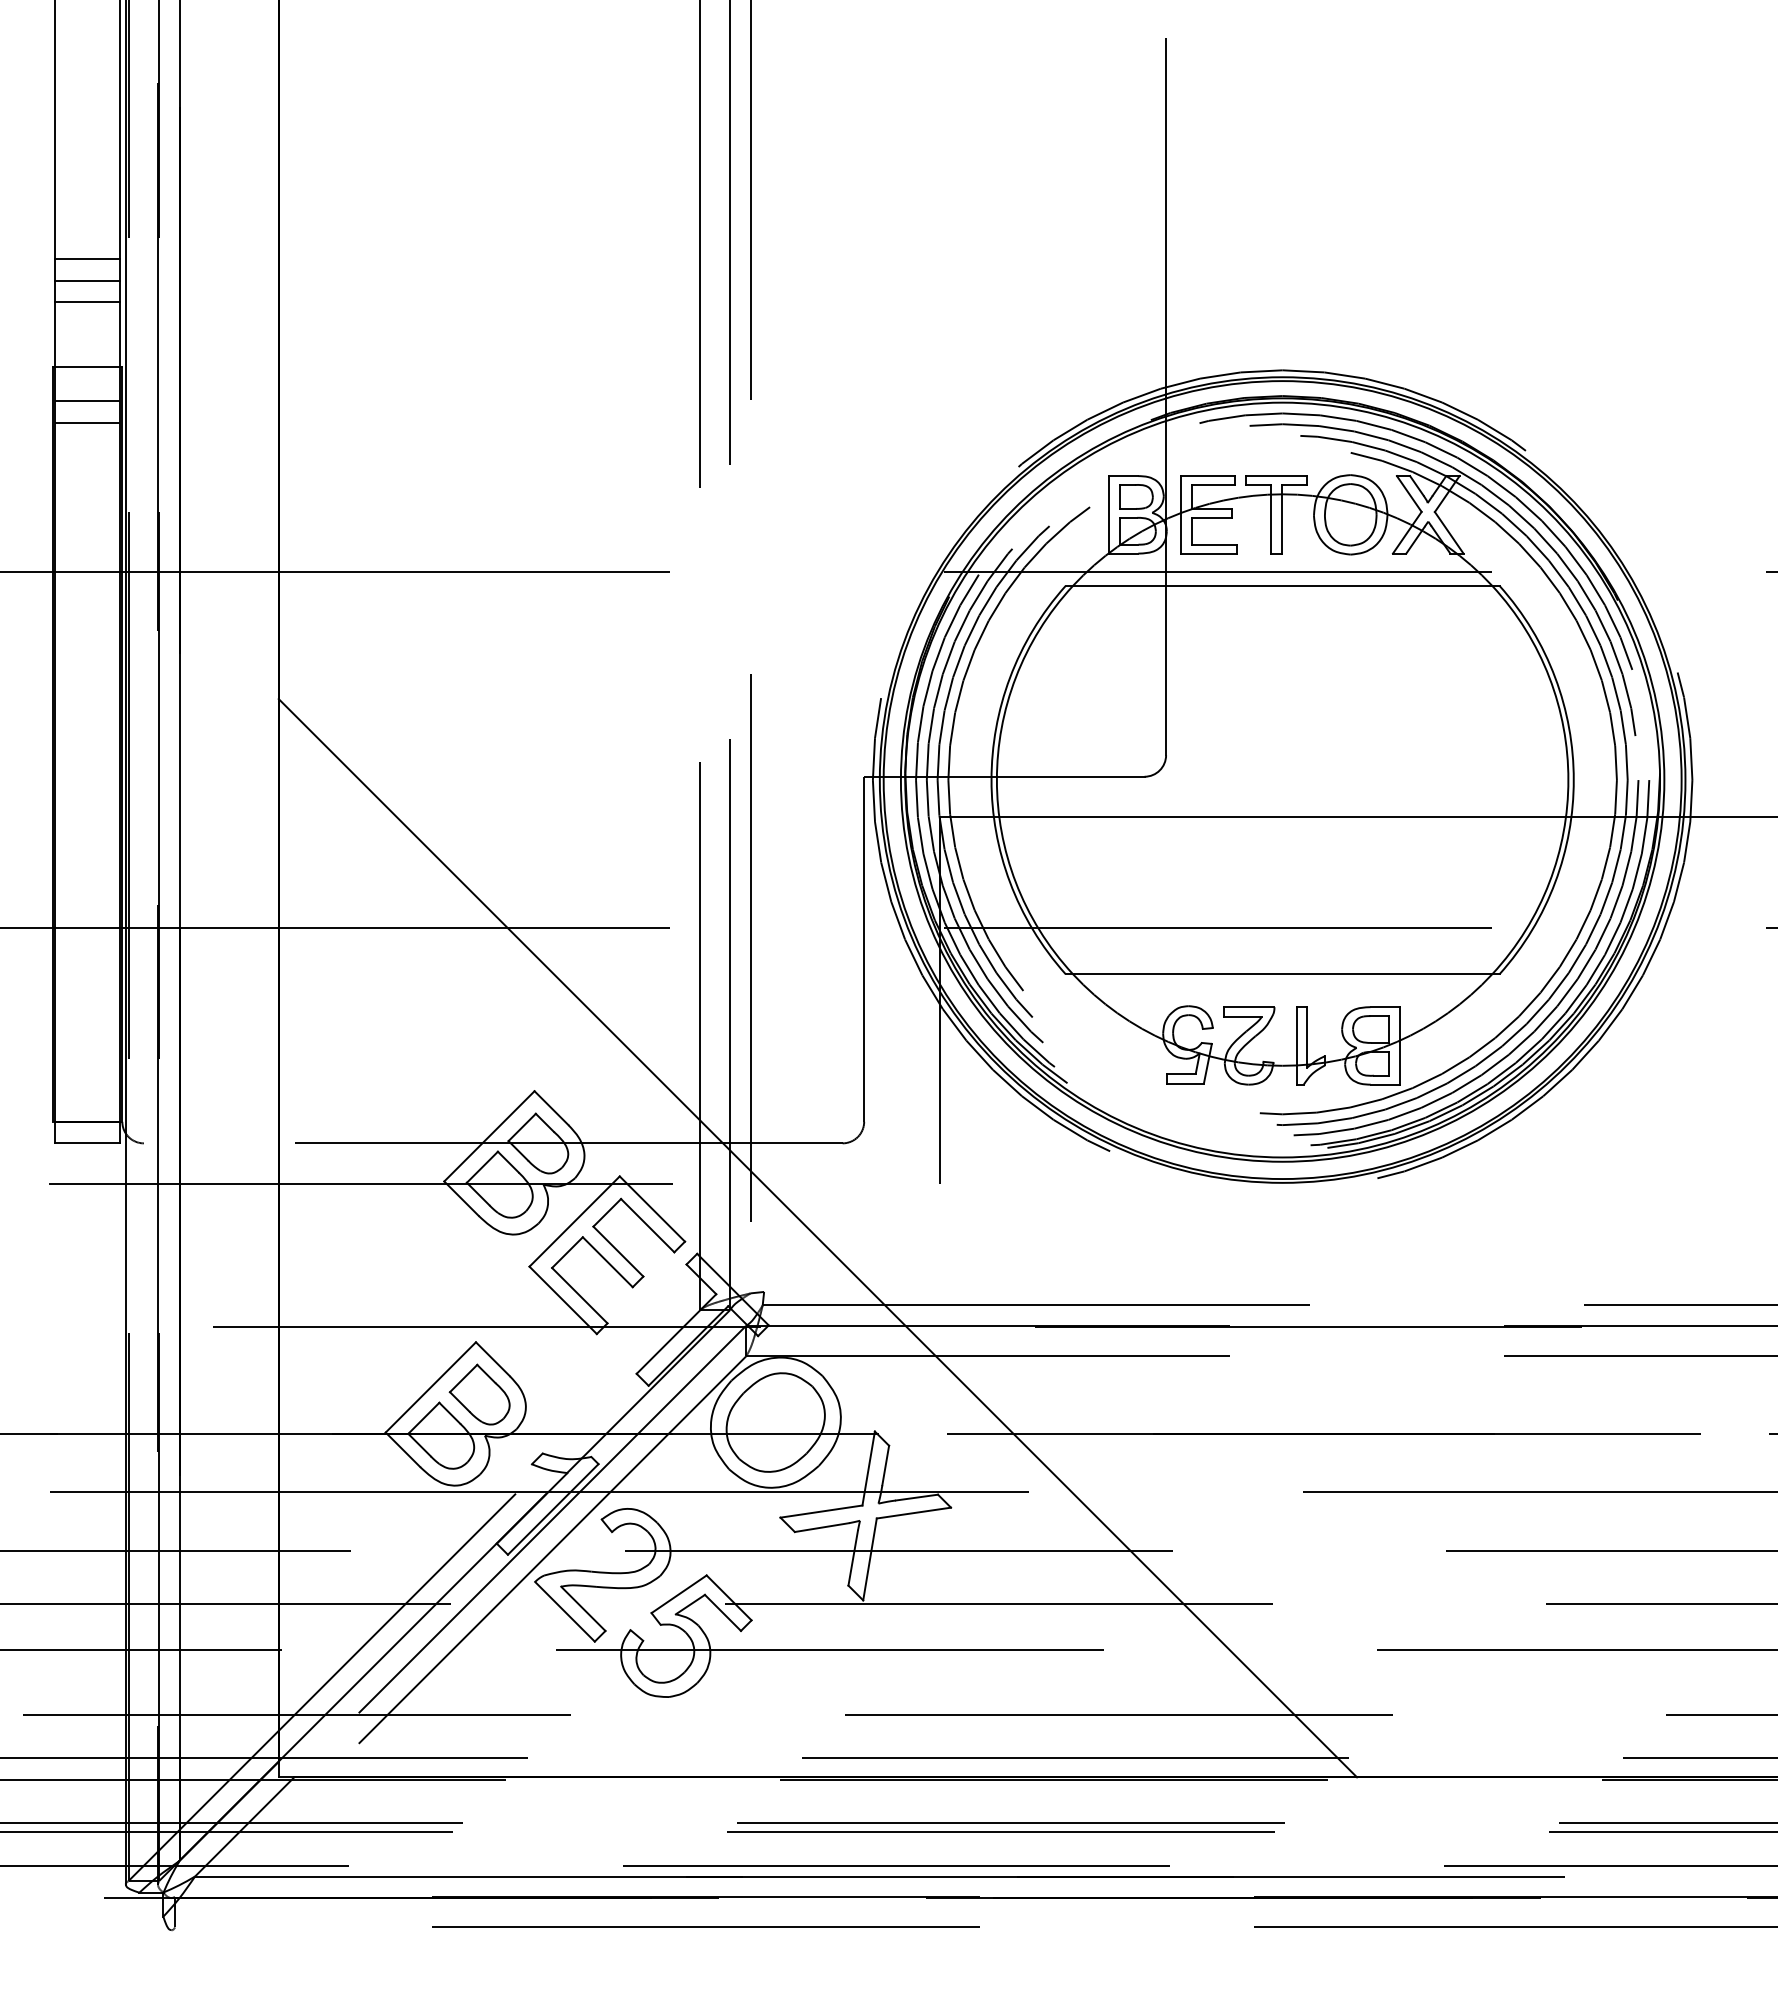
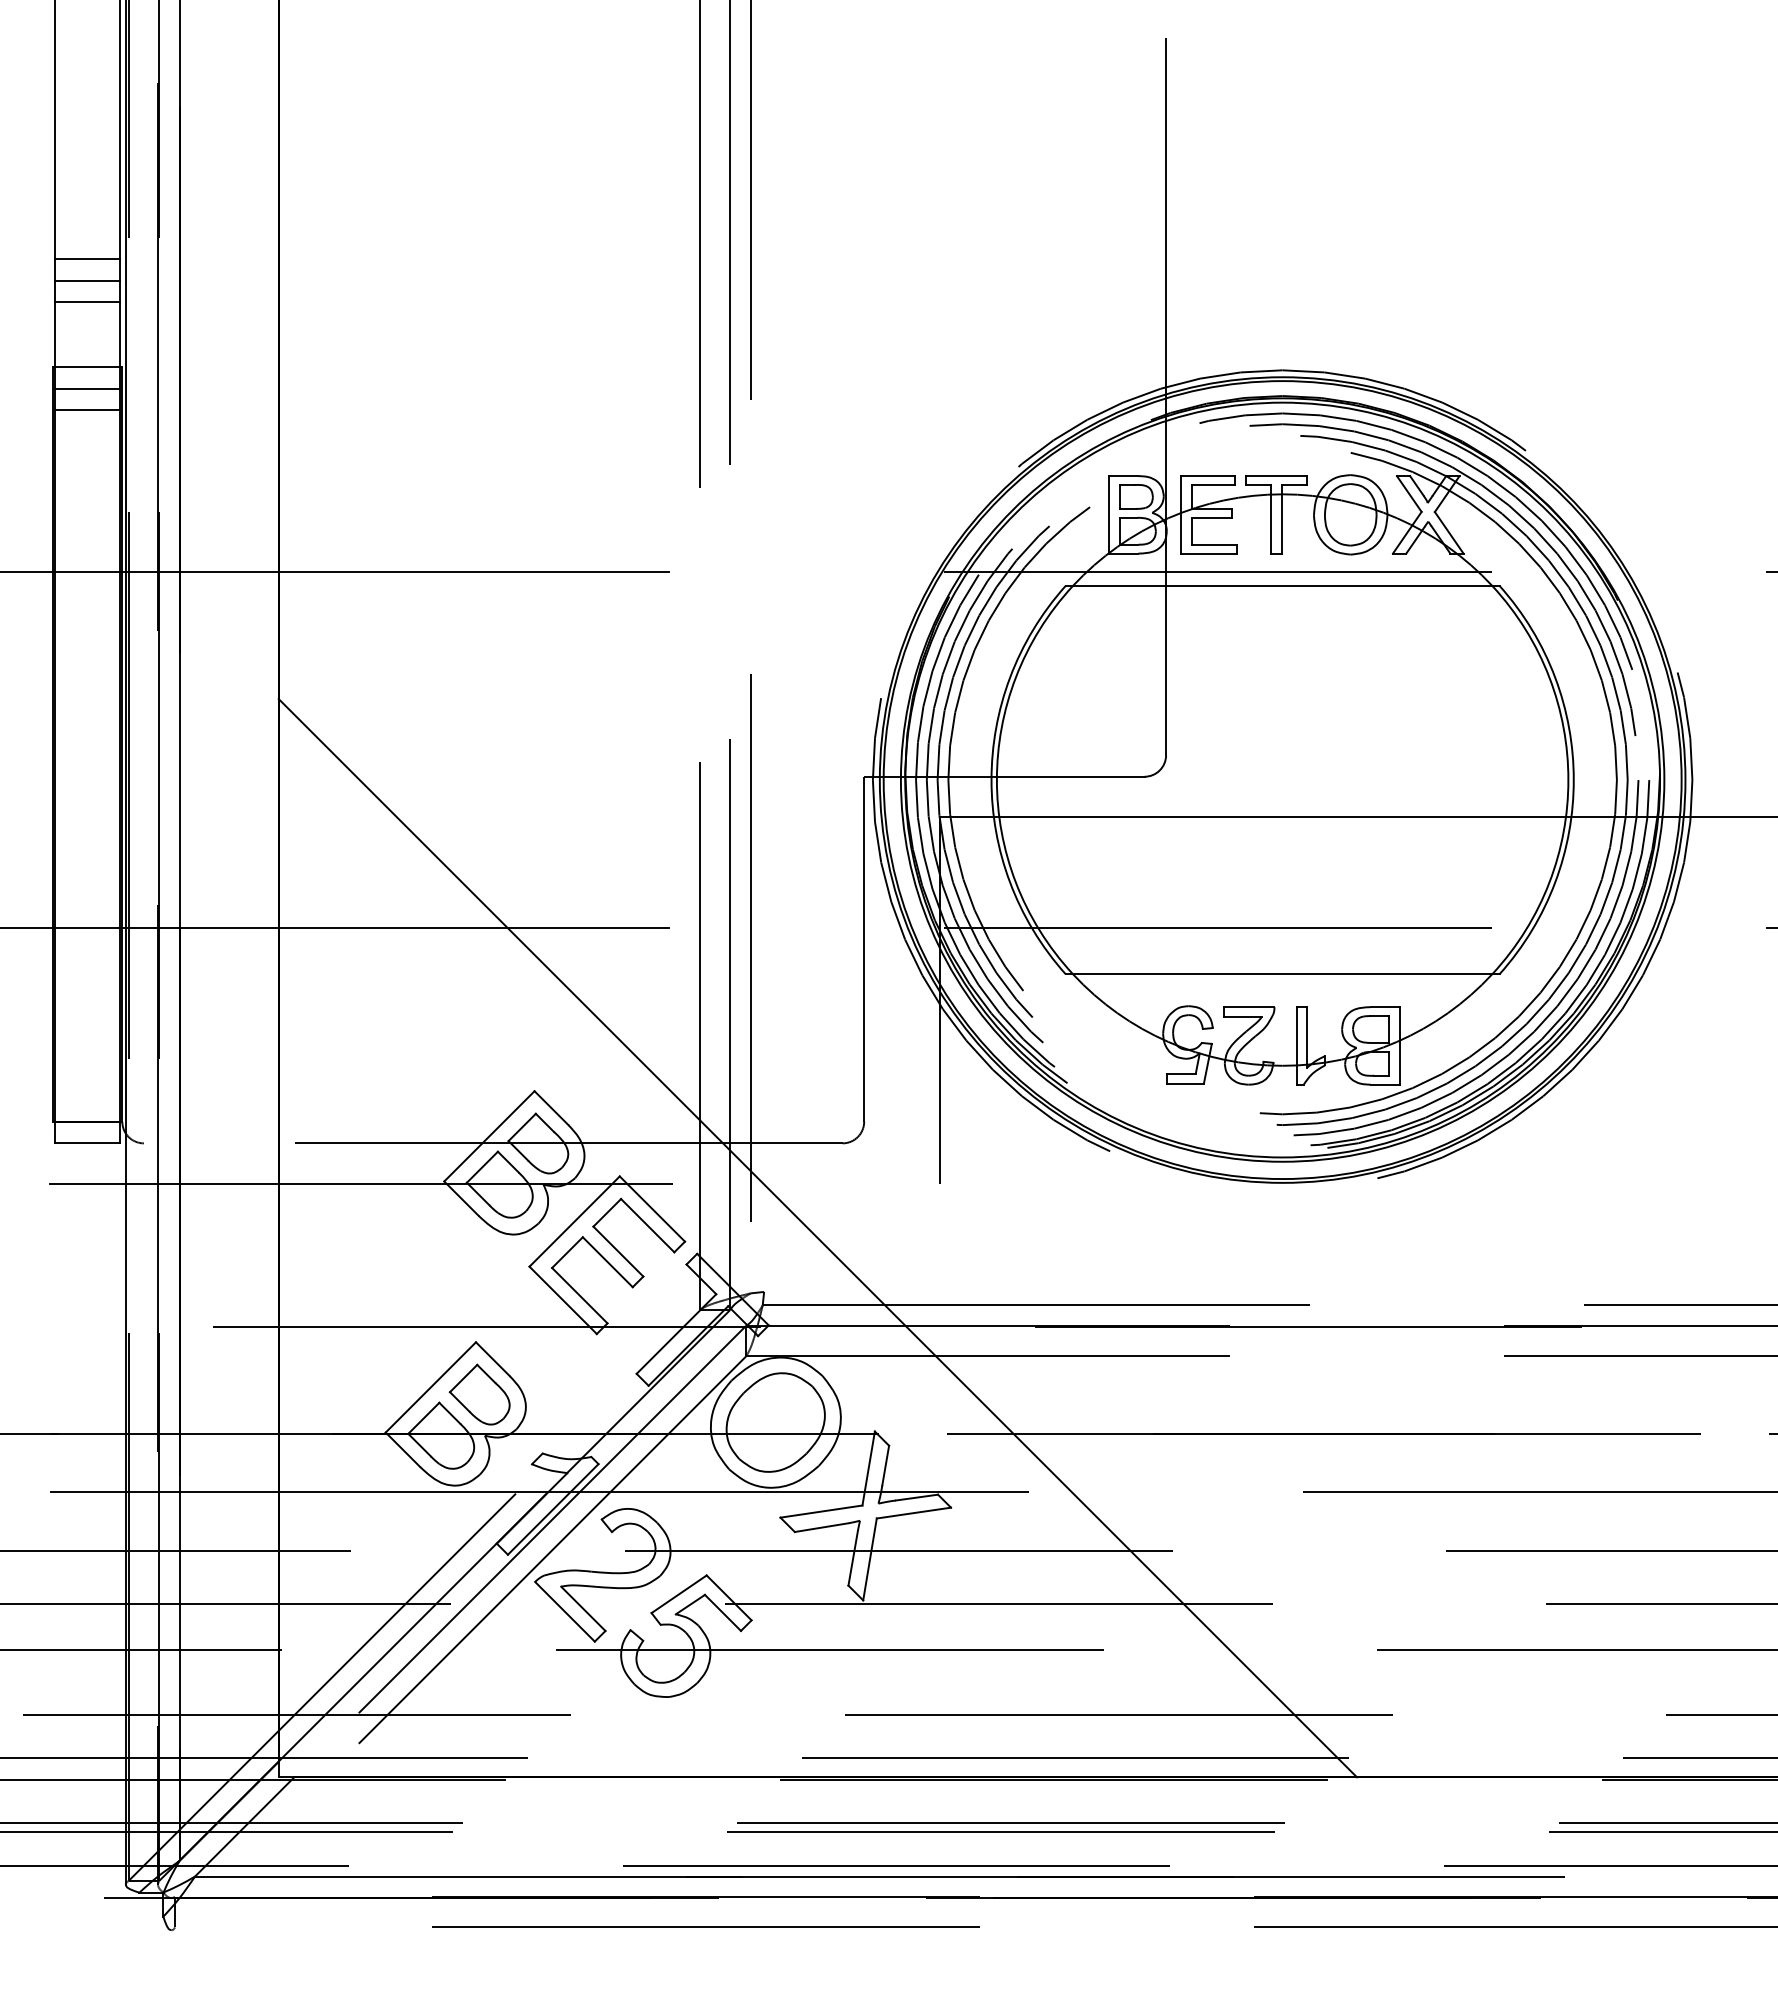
line at (87, 400) position: (87, 400) -> (87, 388)
line at (87, 423) position: (87, 423) -> (87, 410)
